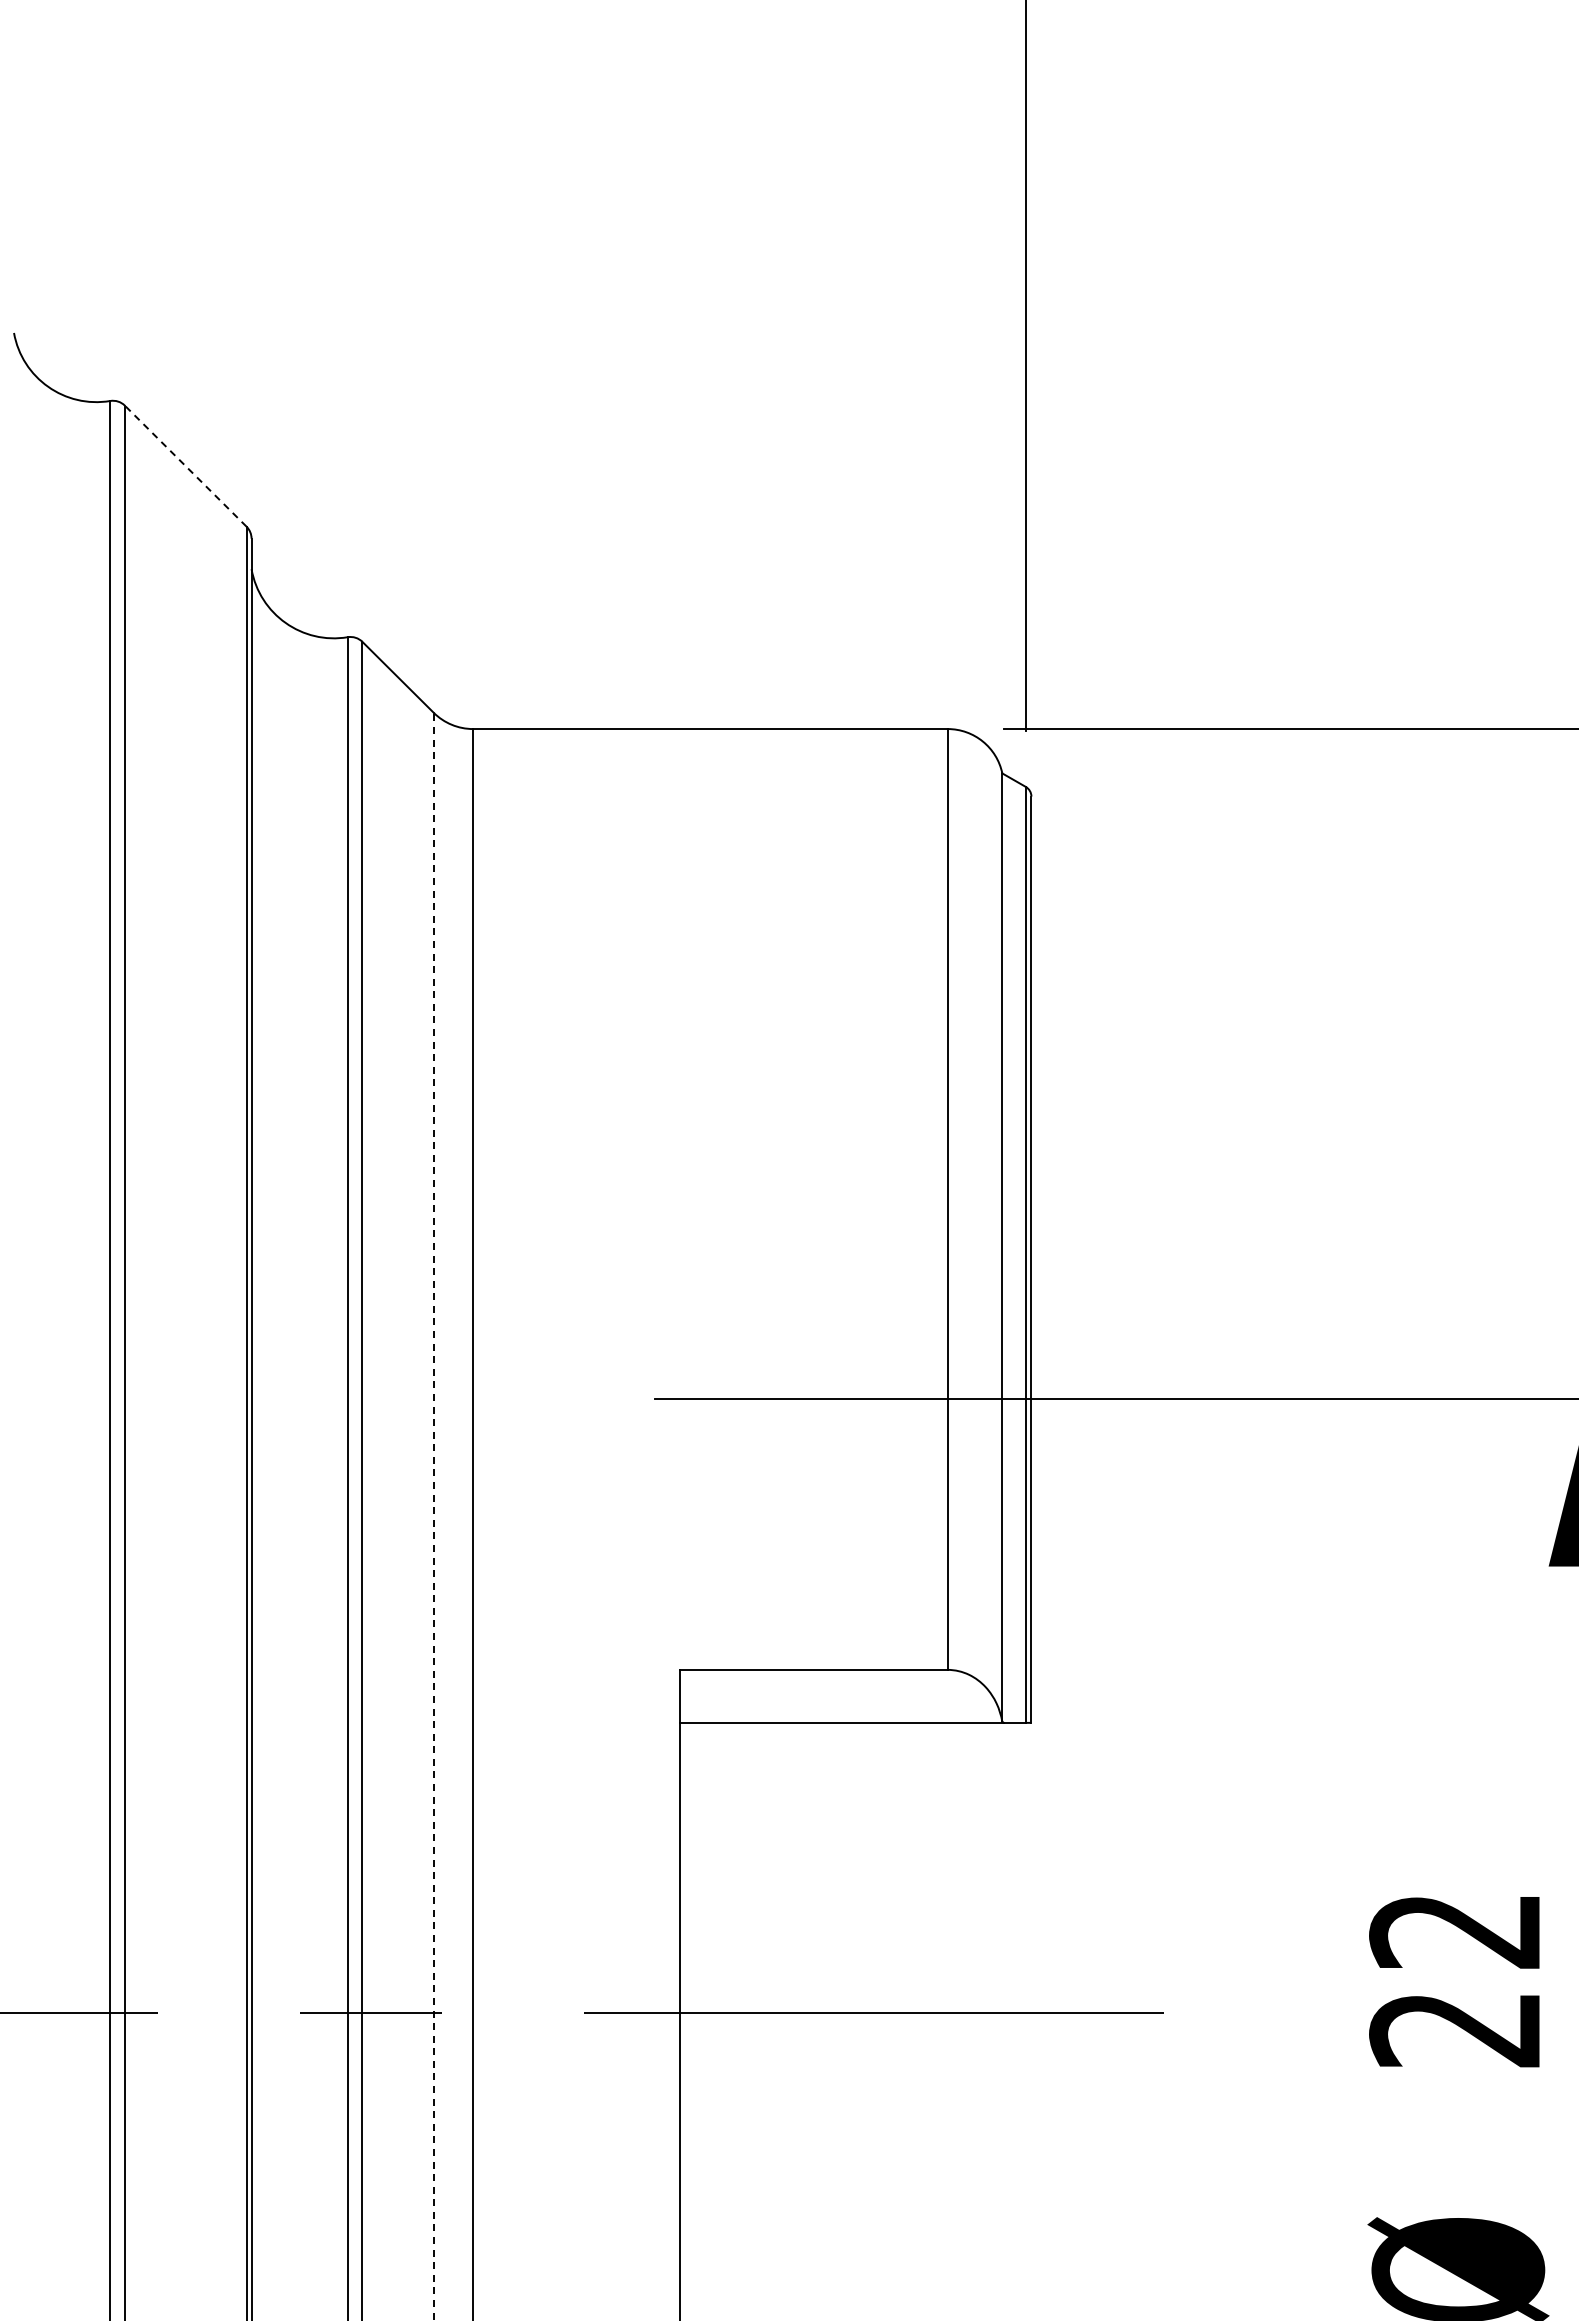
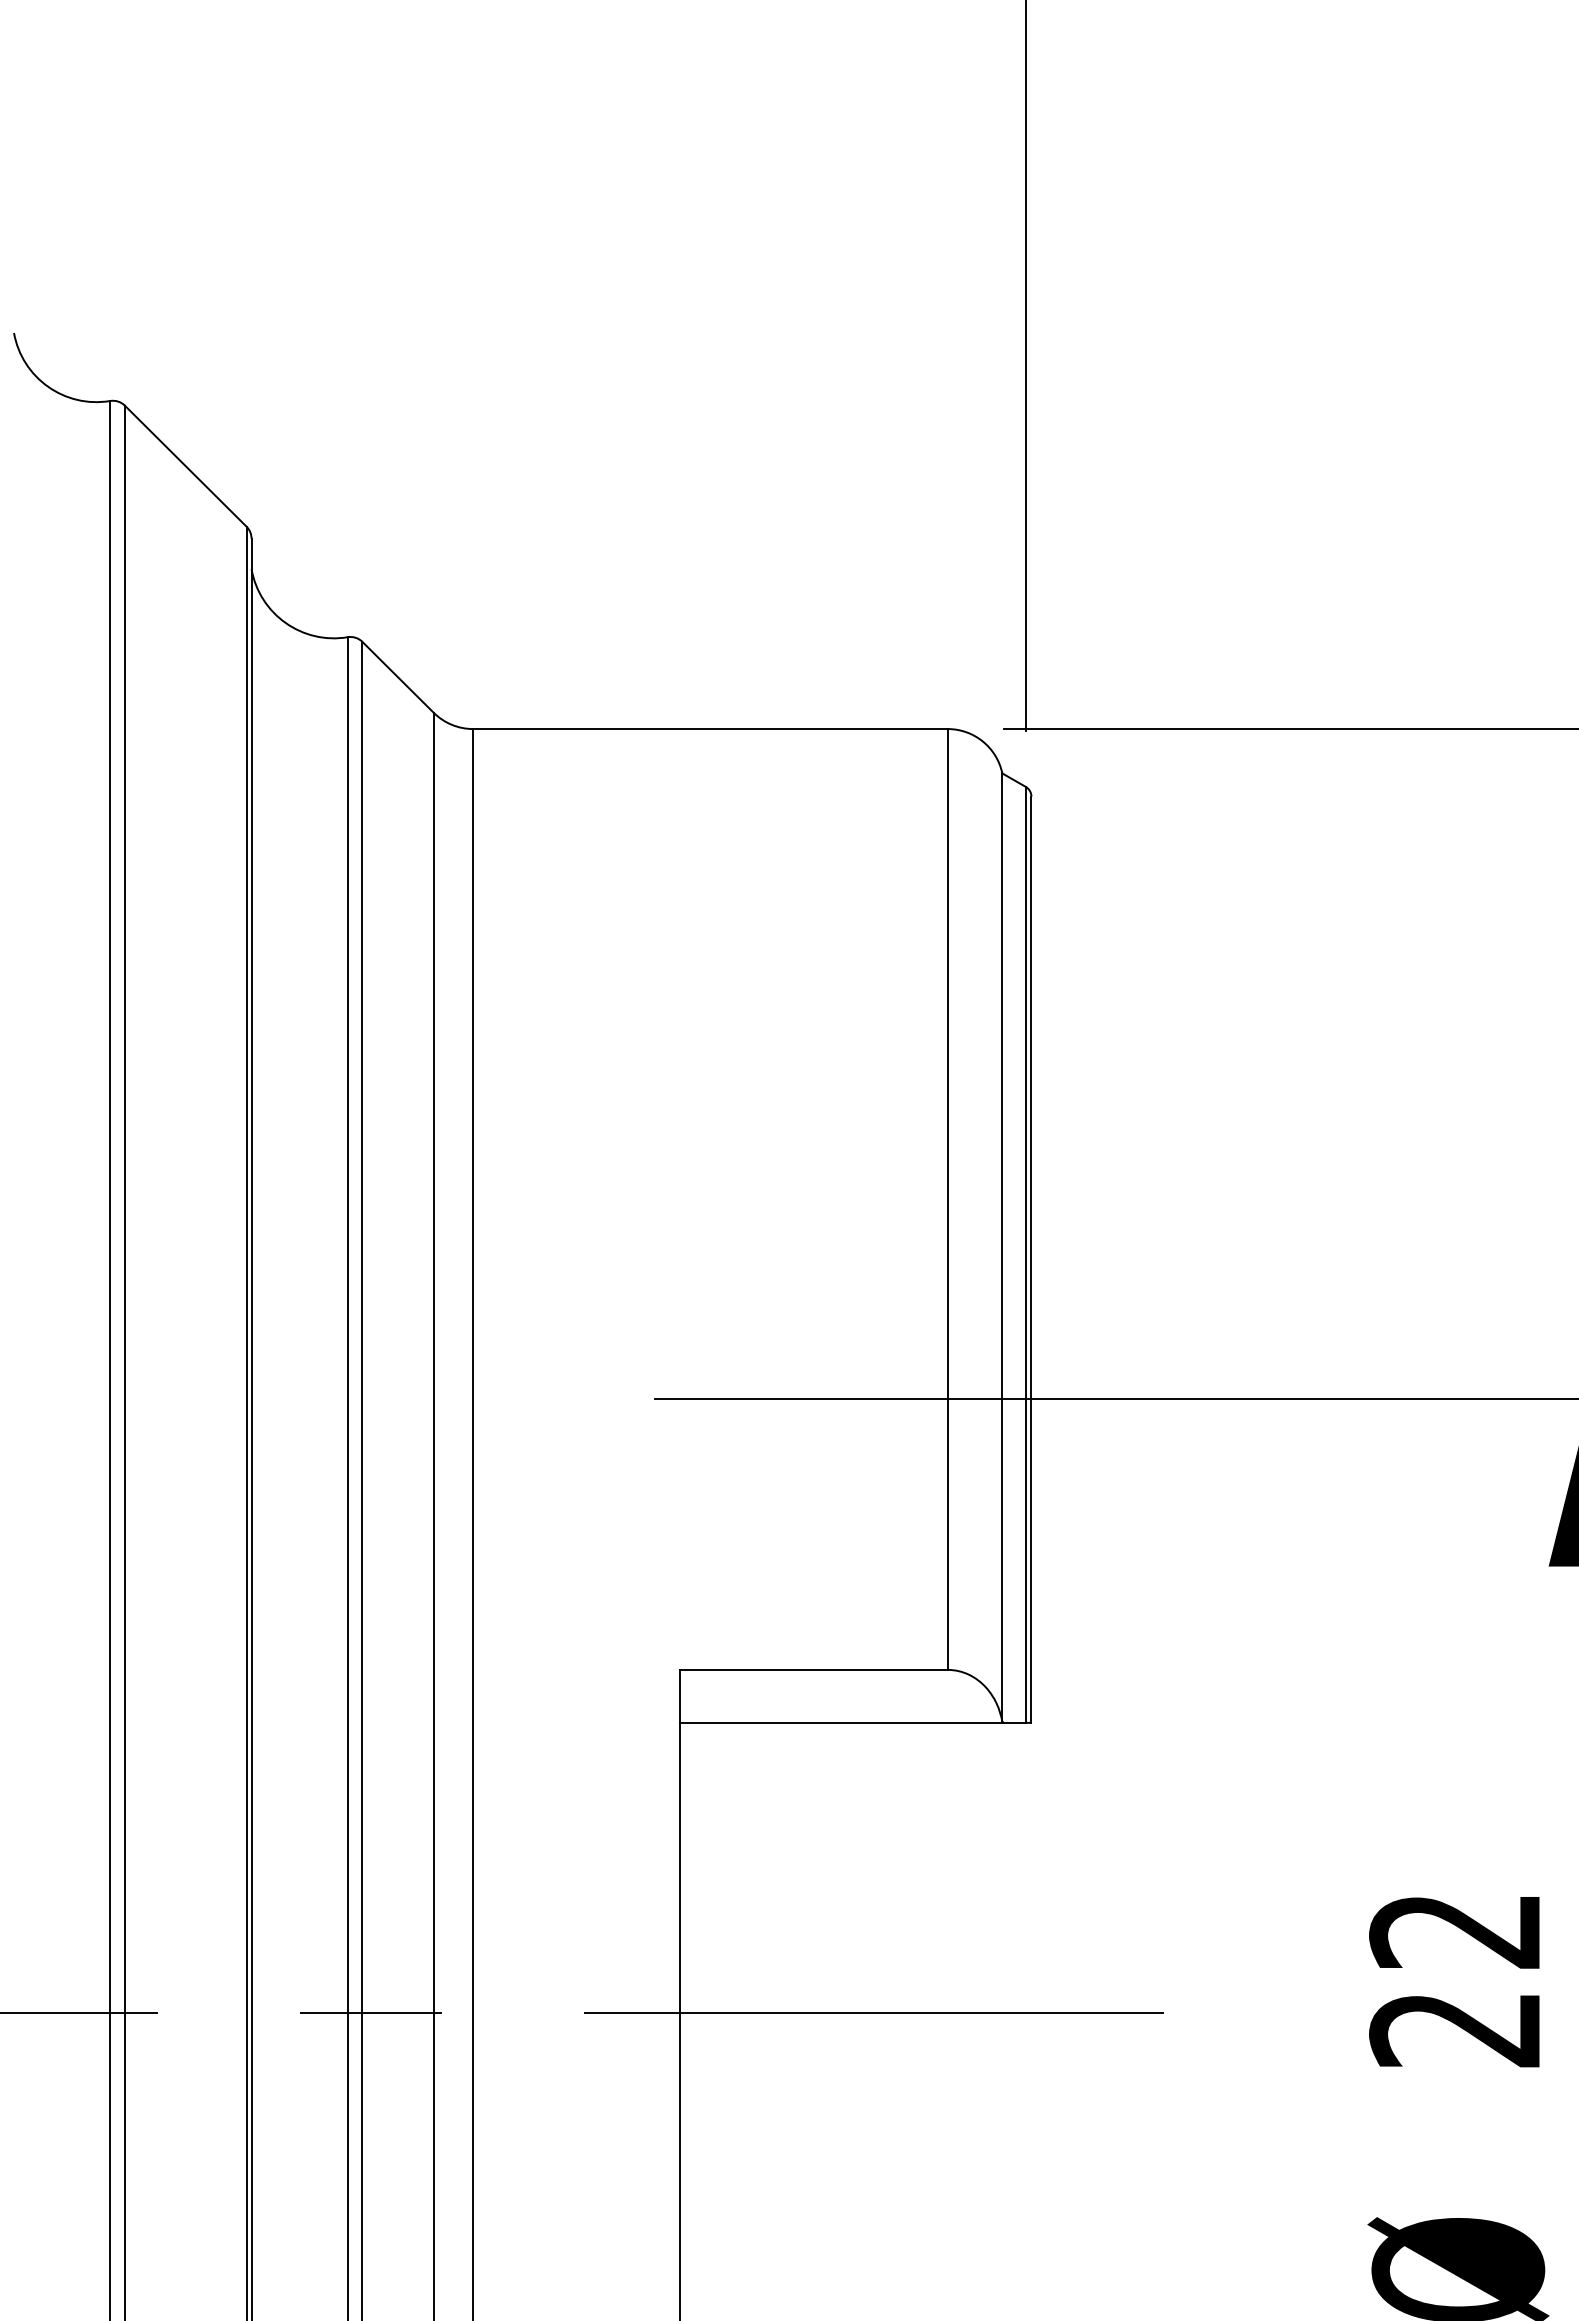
line at (185, 466): dashed -> solid
line at (433, 1516): dashed -> solid
